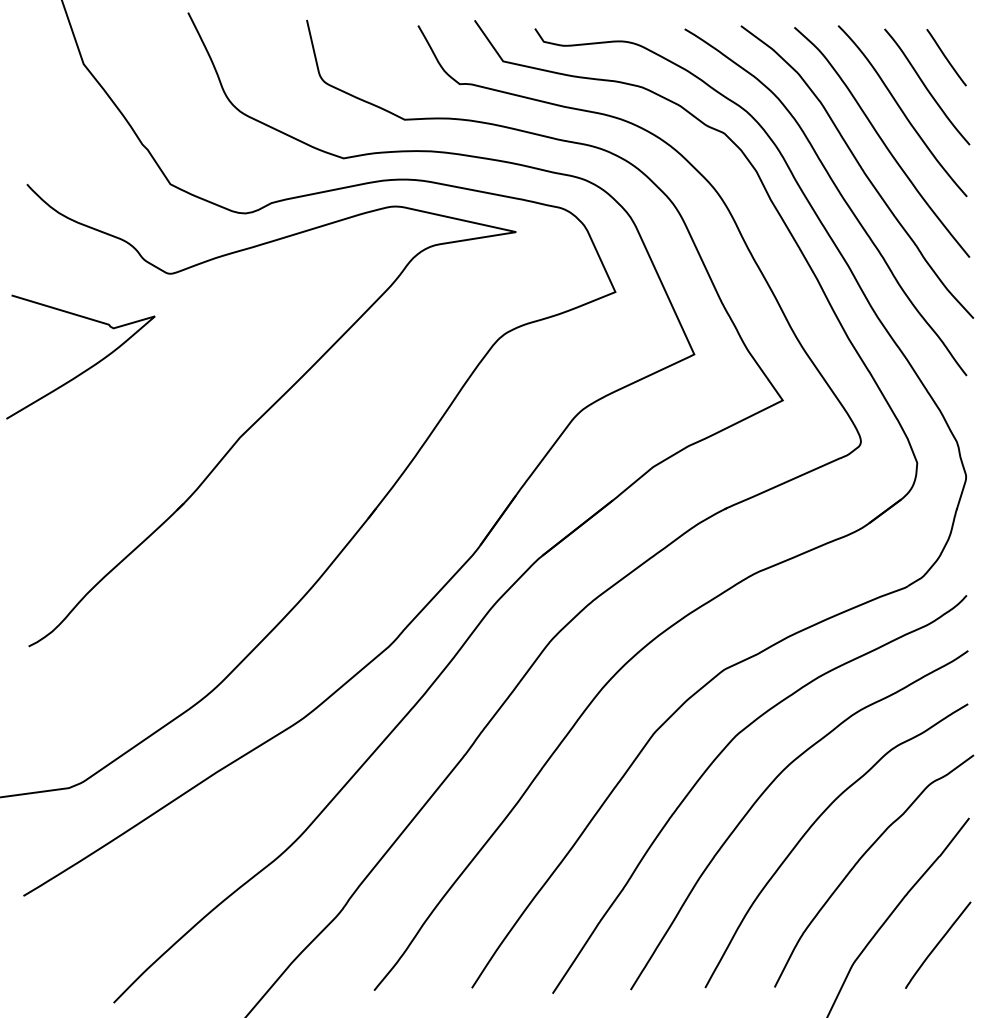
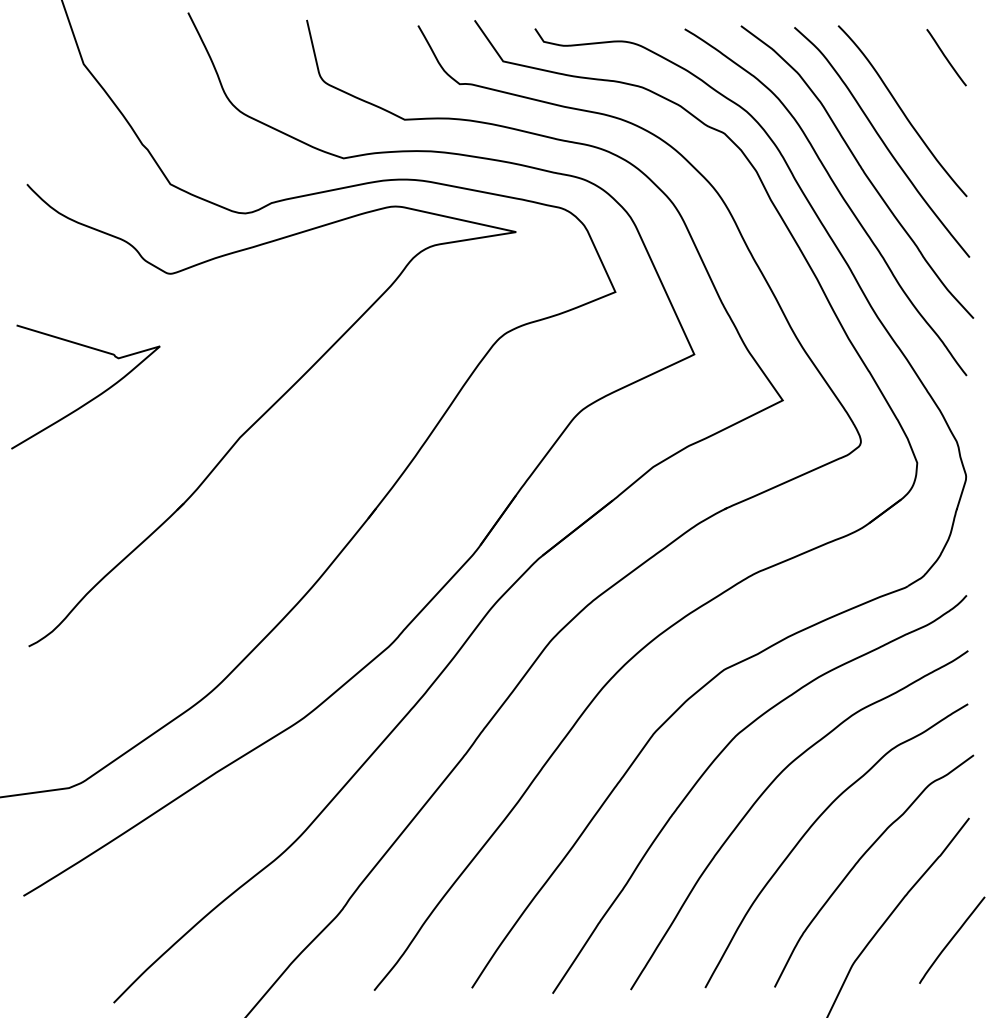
curve at (926, 86): present -> none
curve at (87, 368) position: (87, 368) -> (92, 398)
curve at (938, 944) position: (938, 944) -> (952, 939)
